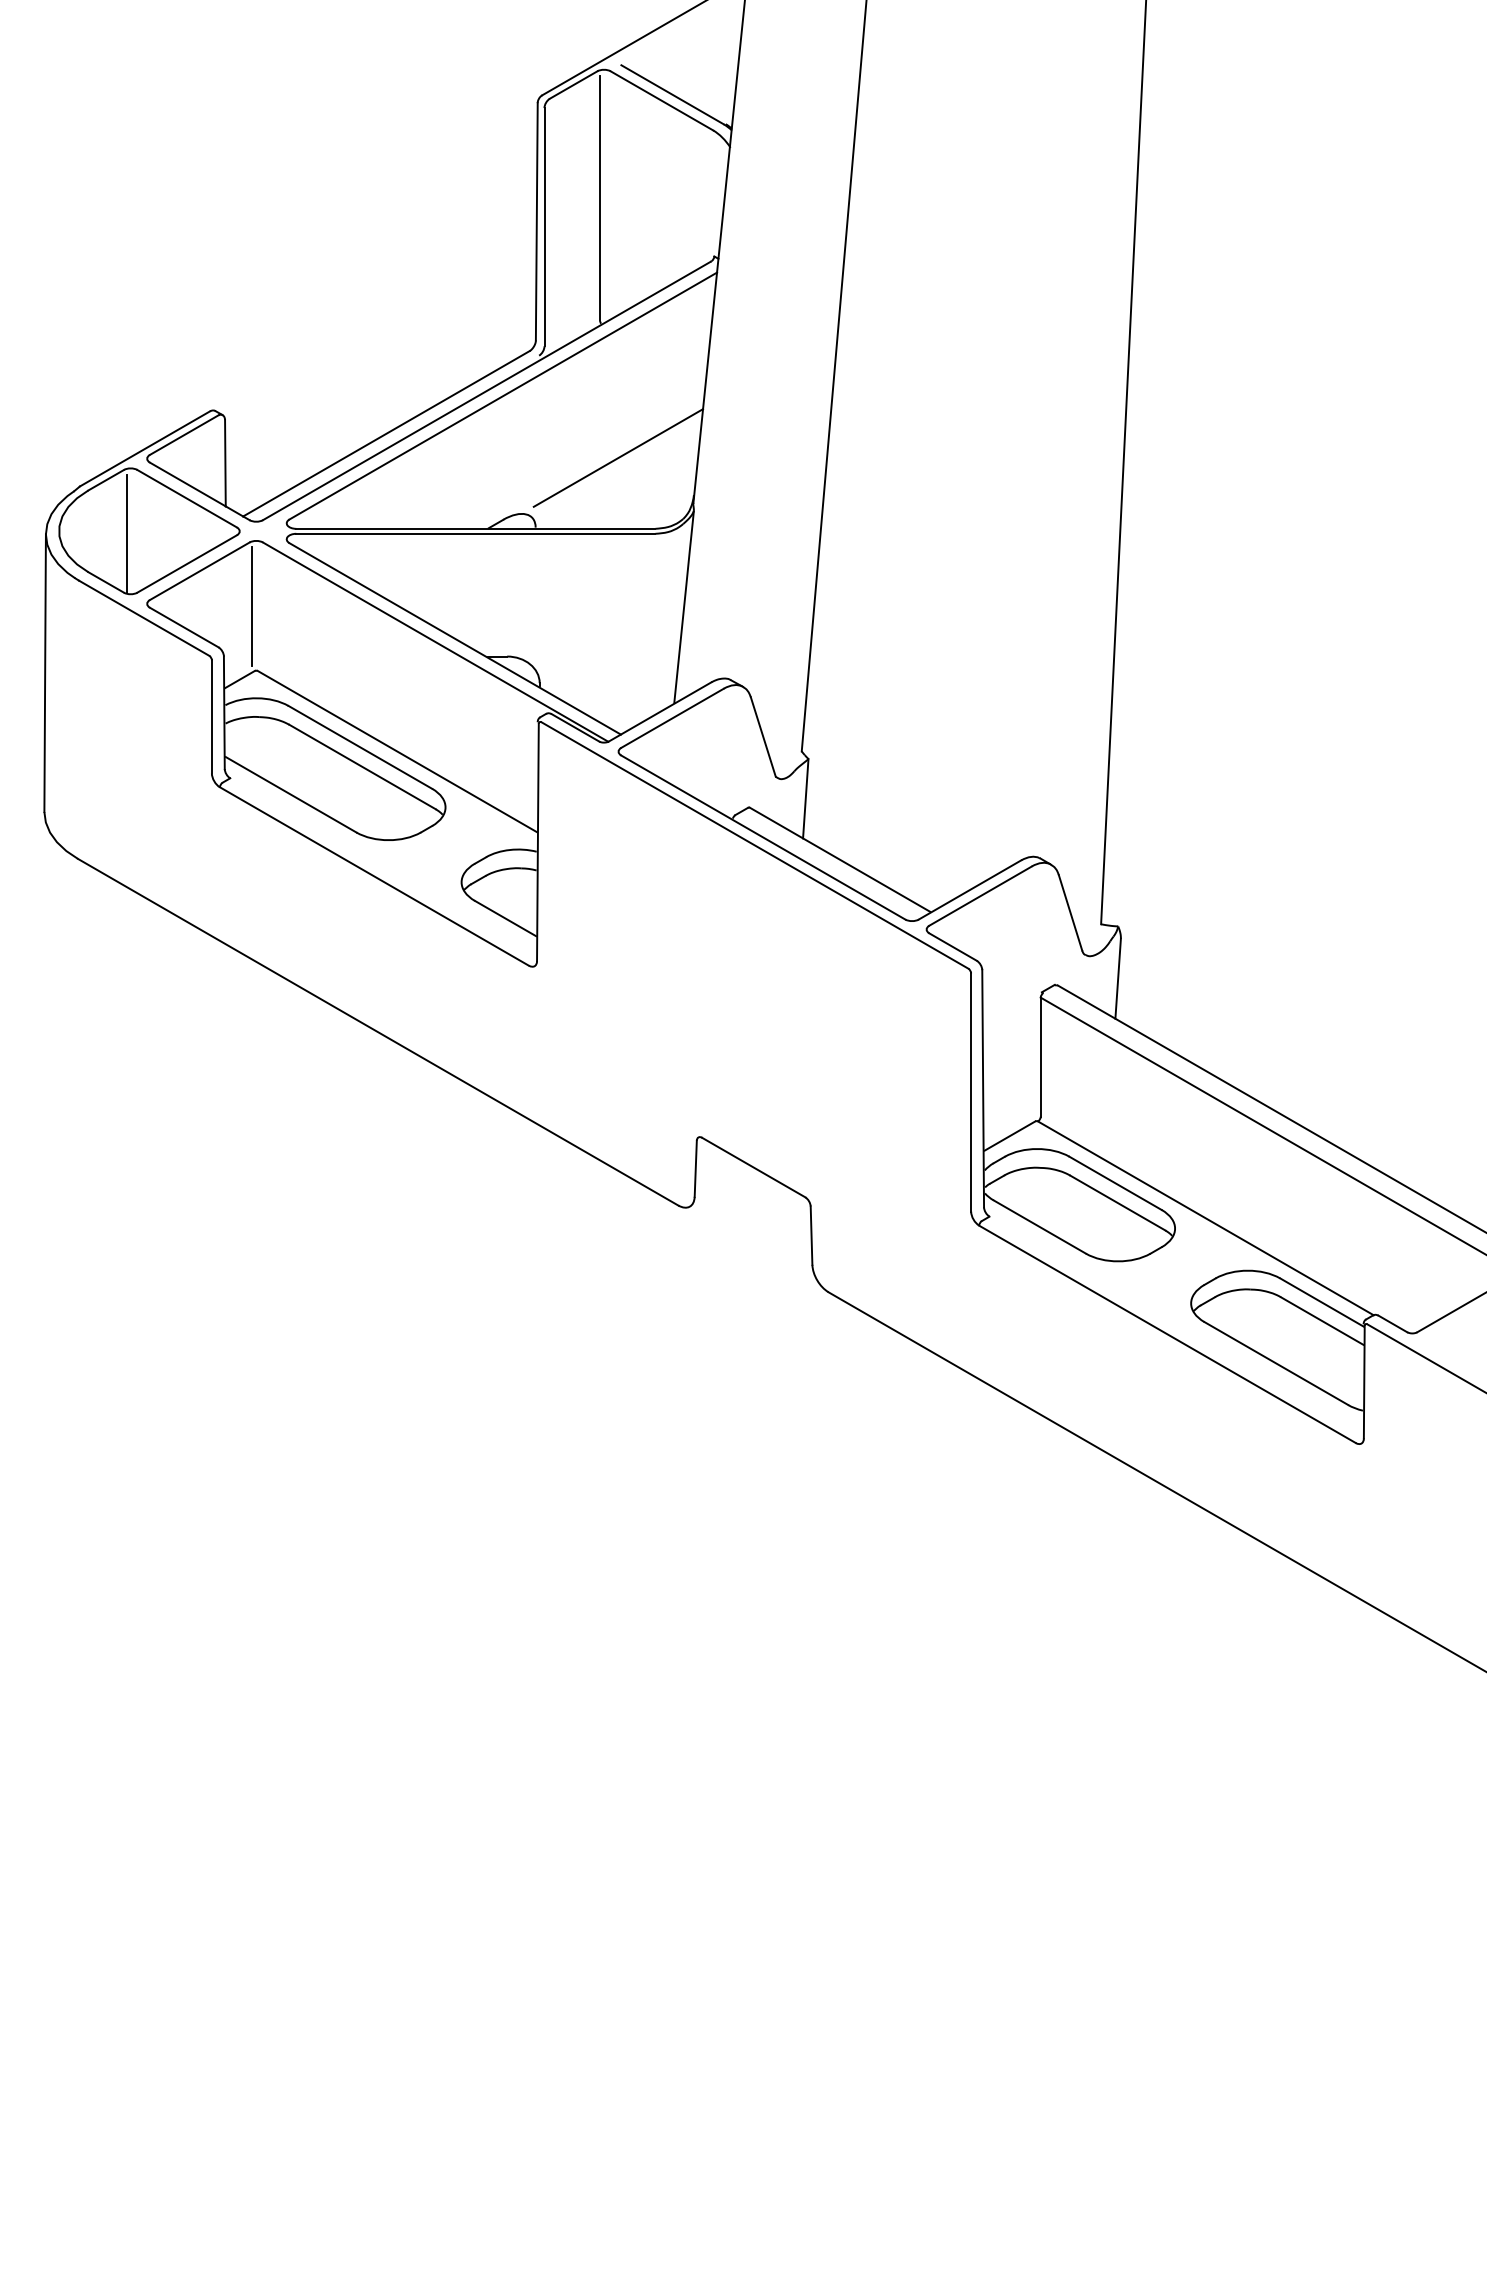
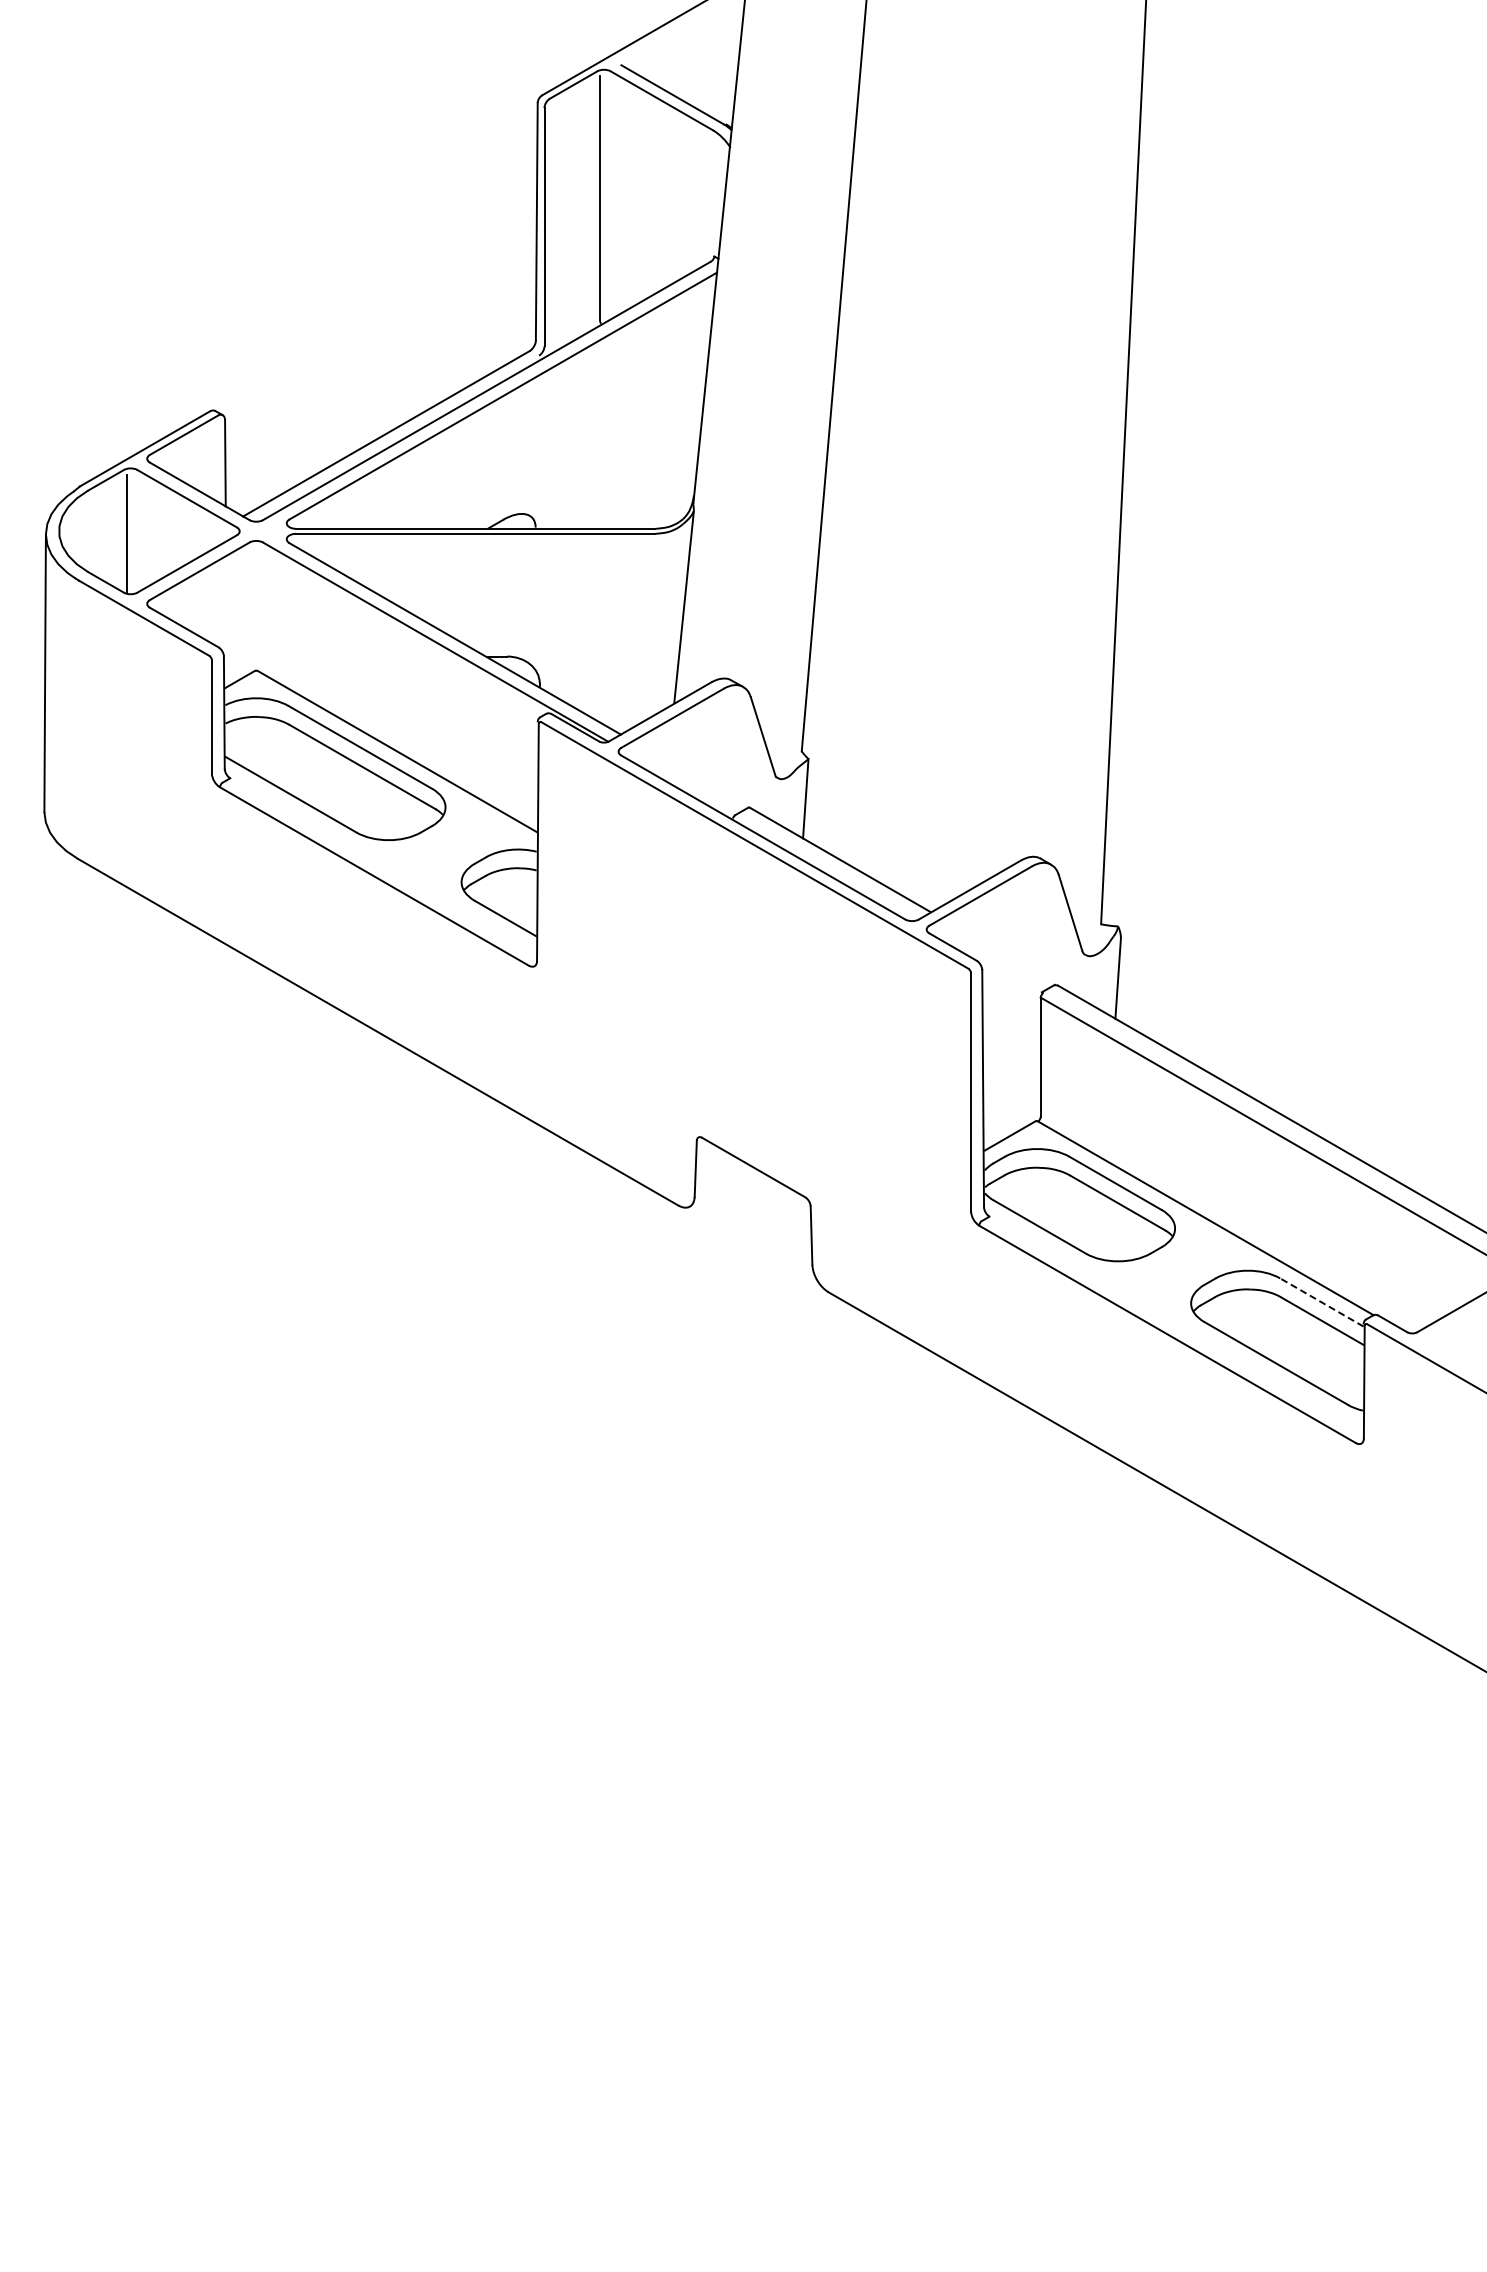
line at (618, 457): present -> none
line at (252, 606): present -> none
line at (1321, 1302): solid -> dashed
